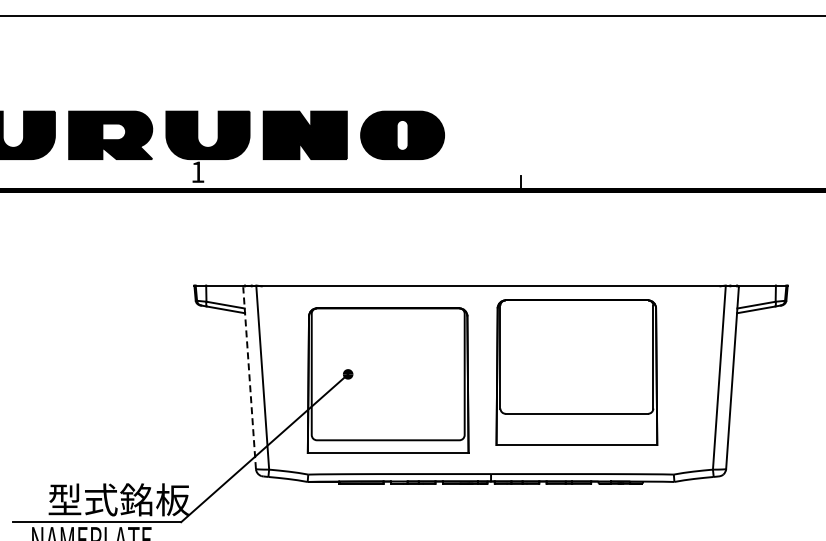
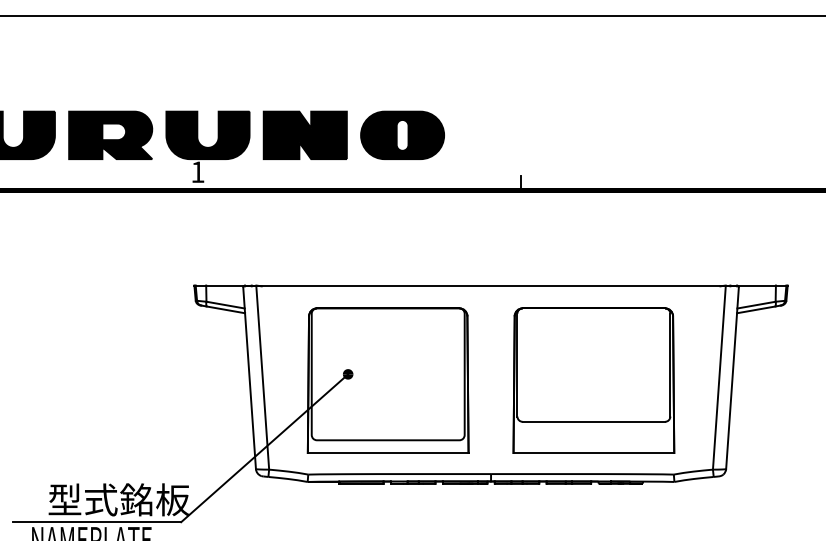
part at (576, 372) position: (576, 372) -> (593, 380)
line at (249, 378): dashed -> solid
